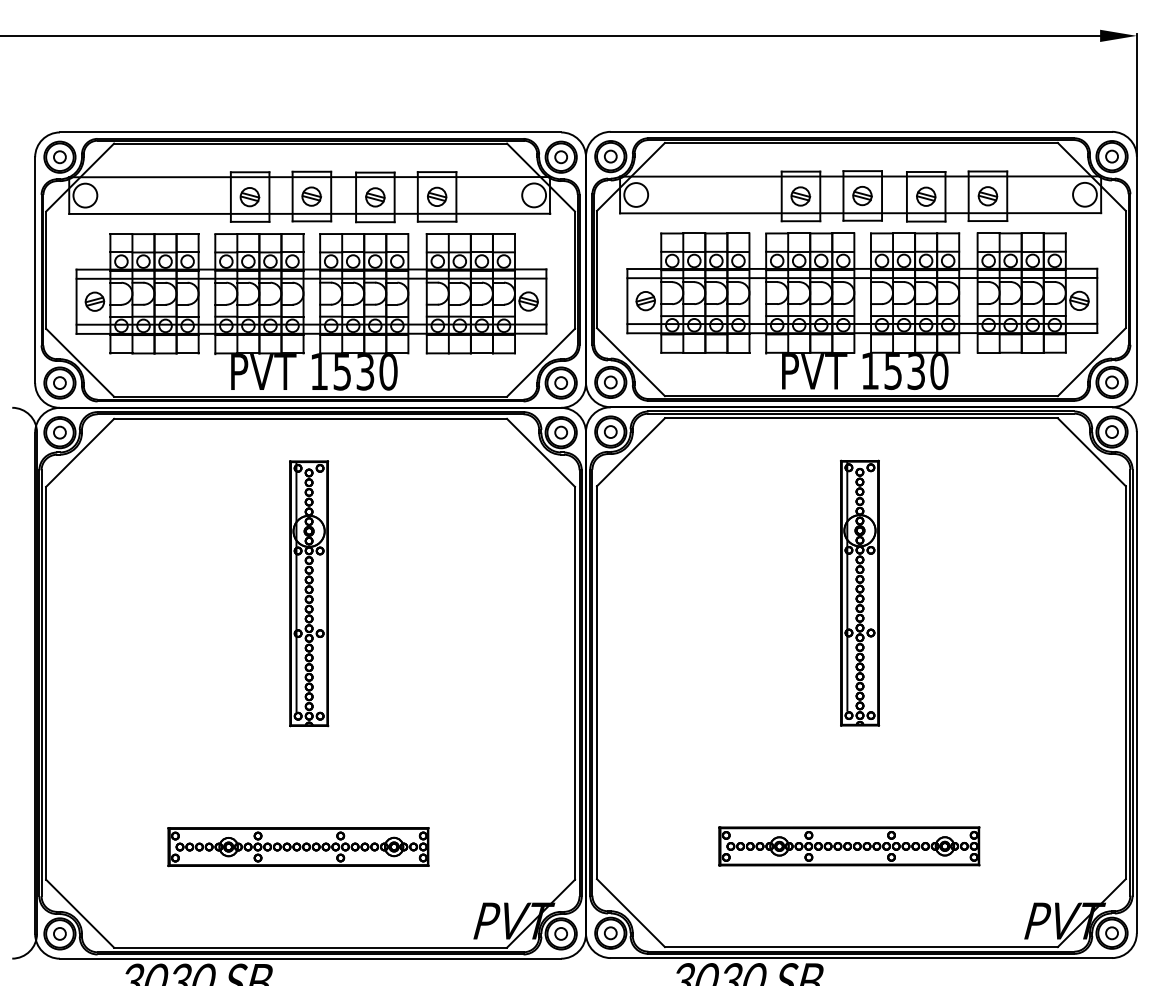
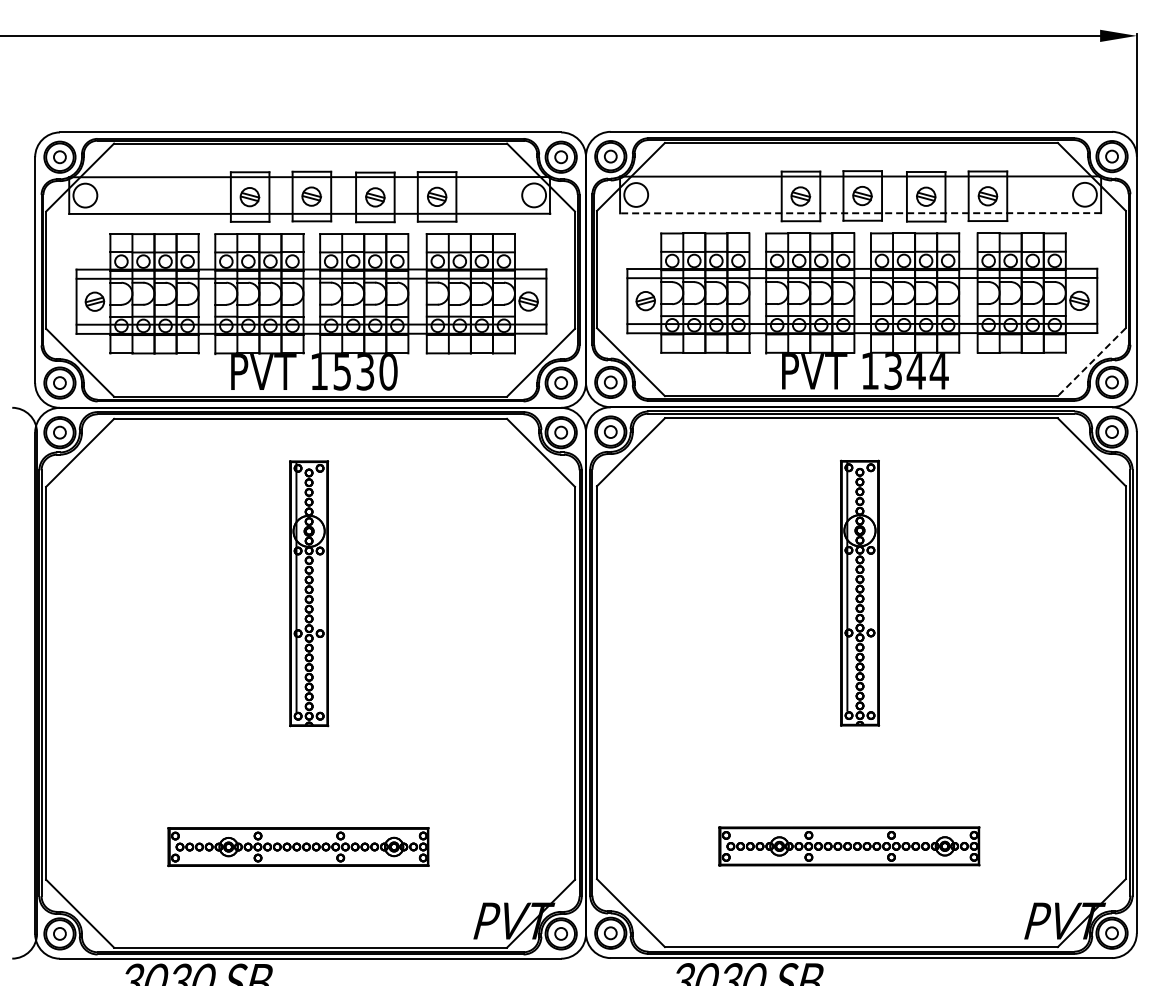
line at (860, 213): solid -> dashed
line at (1091, 362): solid -> dashed
text at (916, 371): 1530 -> 1344
